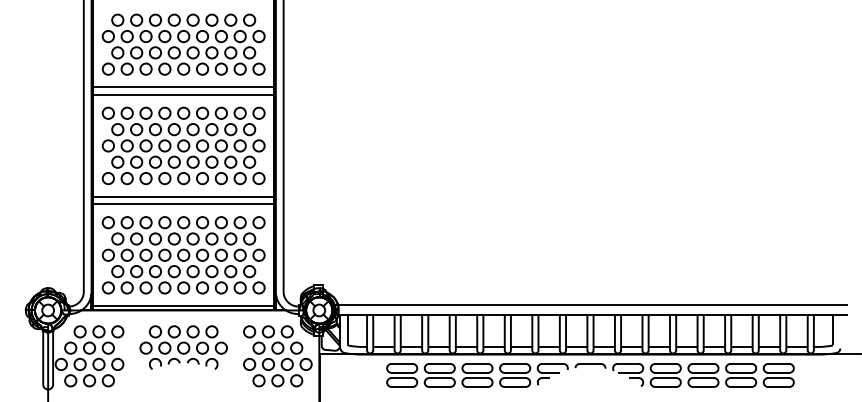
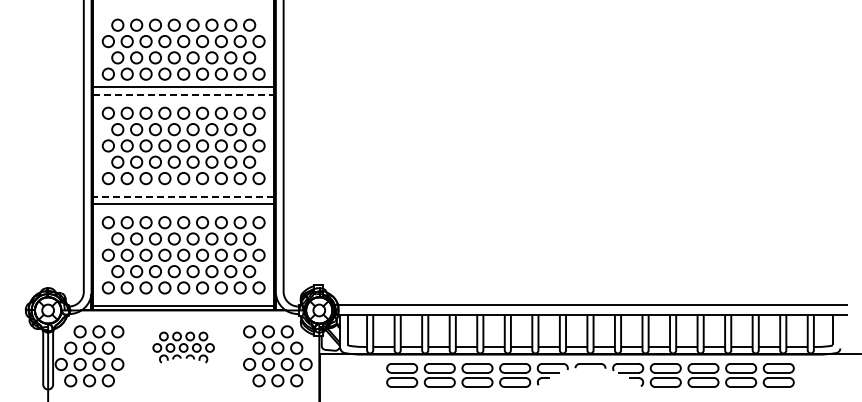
part at (183, 44) position: (183, 44) -> (183, 49)
line at (184, 95): solid -> dashed
line at (183, 196): solid -> dashed
part at (183, 347) size: 89x45 px -> 63x33 px
